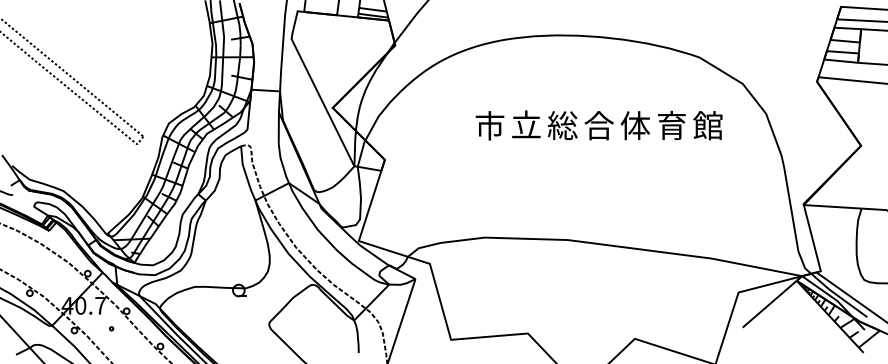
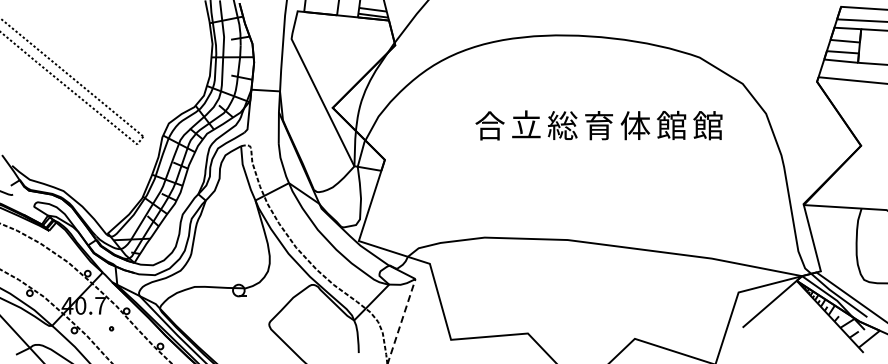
text at (489, 125): 市 -> 合
text at (598, 125): 合 -> 育
text at (671, 125): 育 -> 館
line at (401, 320): solid -> dashed
